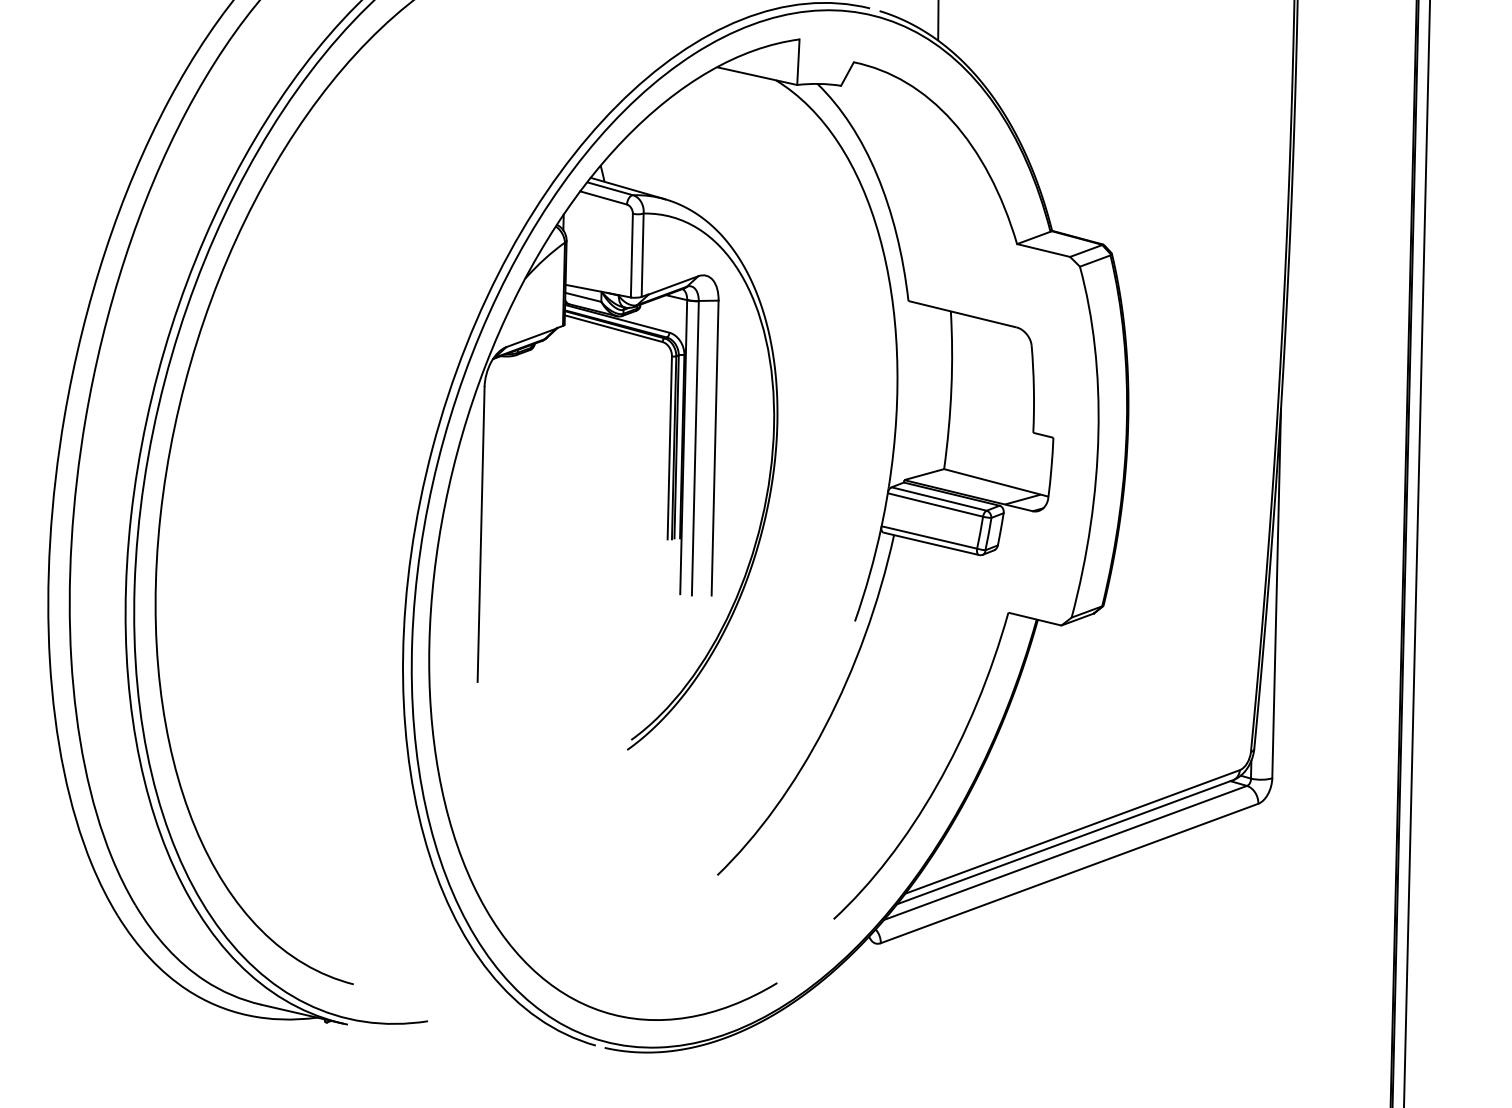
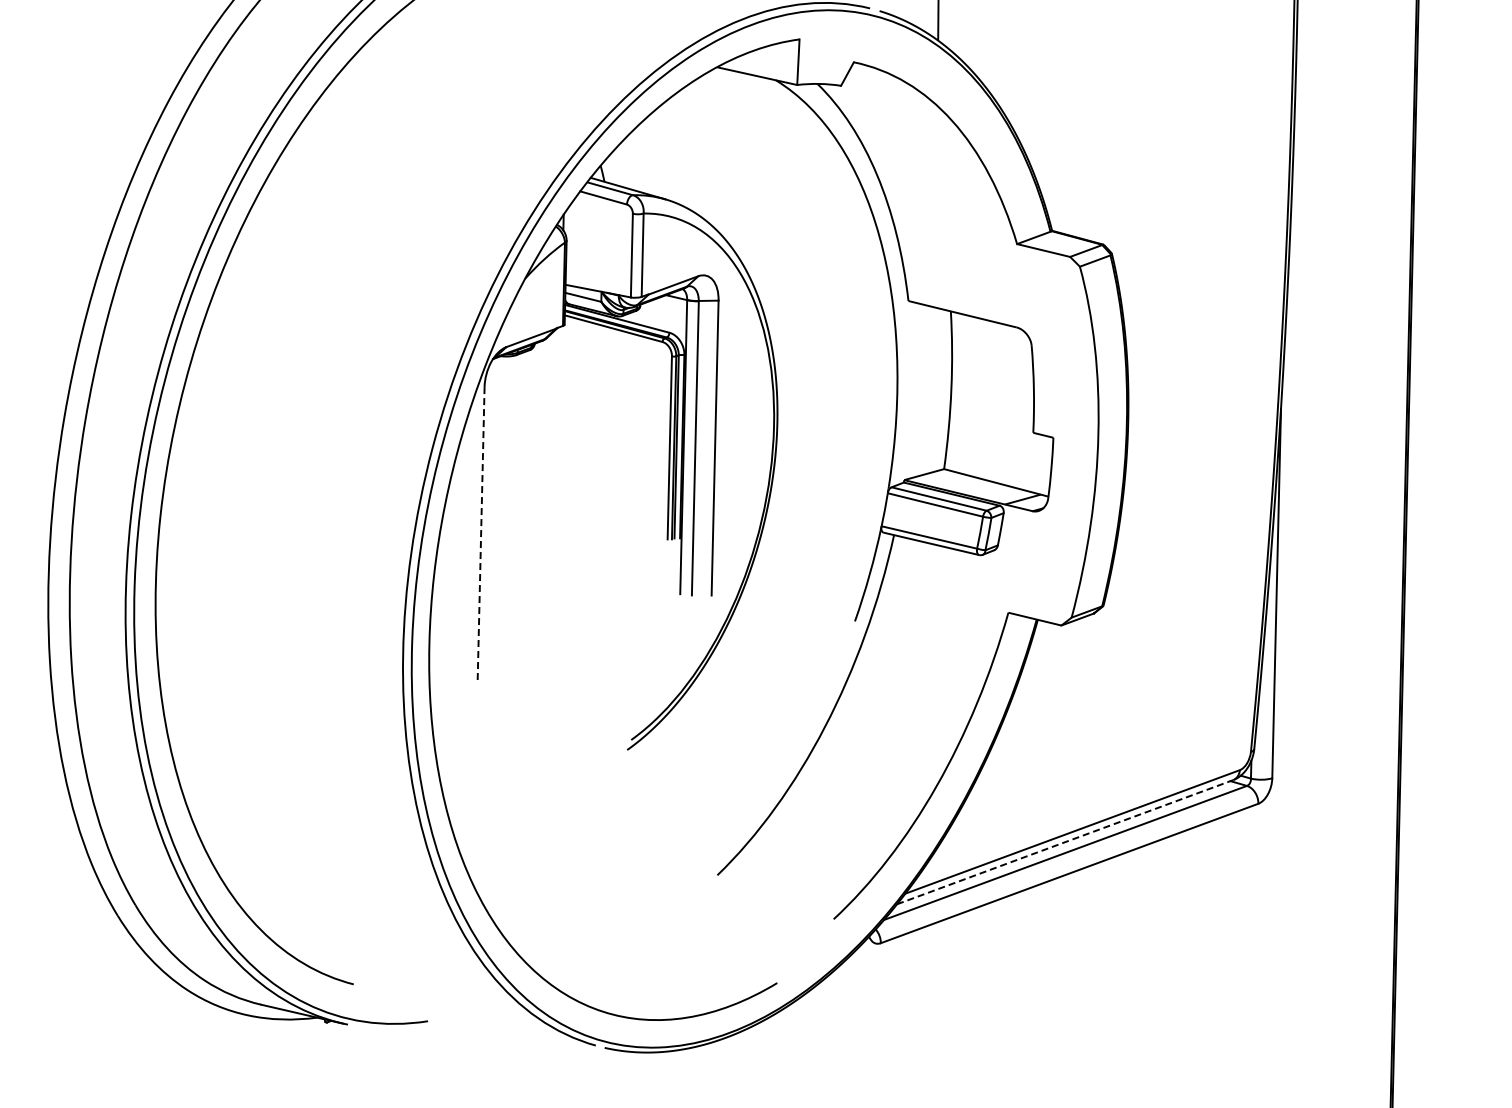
line at (481, 535): solid -> dashed
line at (1416, 553): present -> none
line at (1065, 842): solid -> dashed
